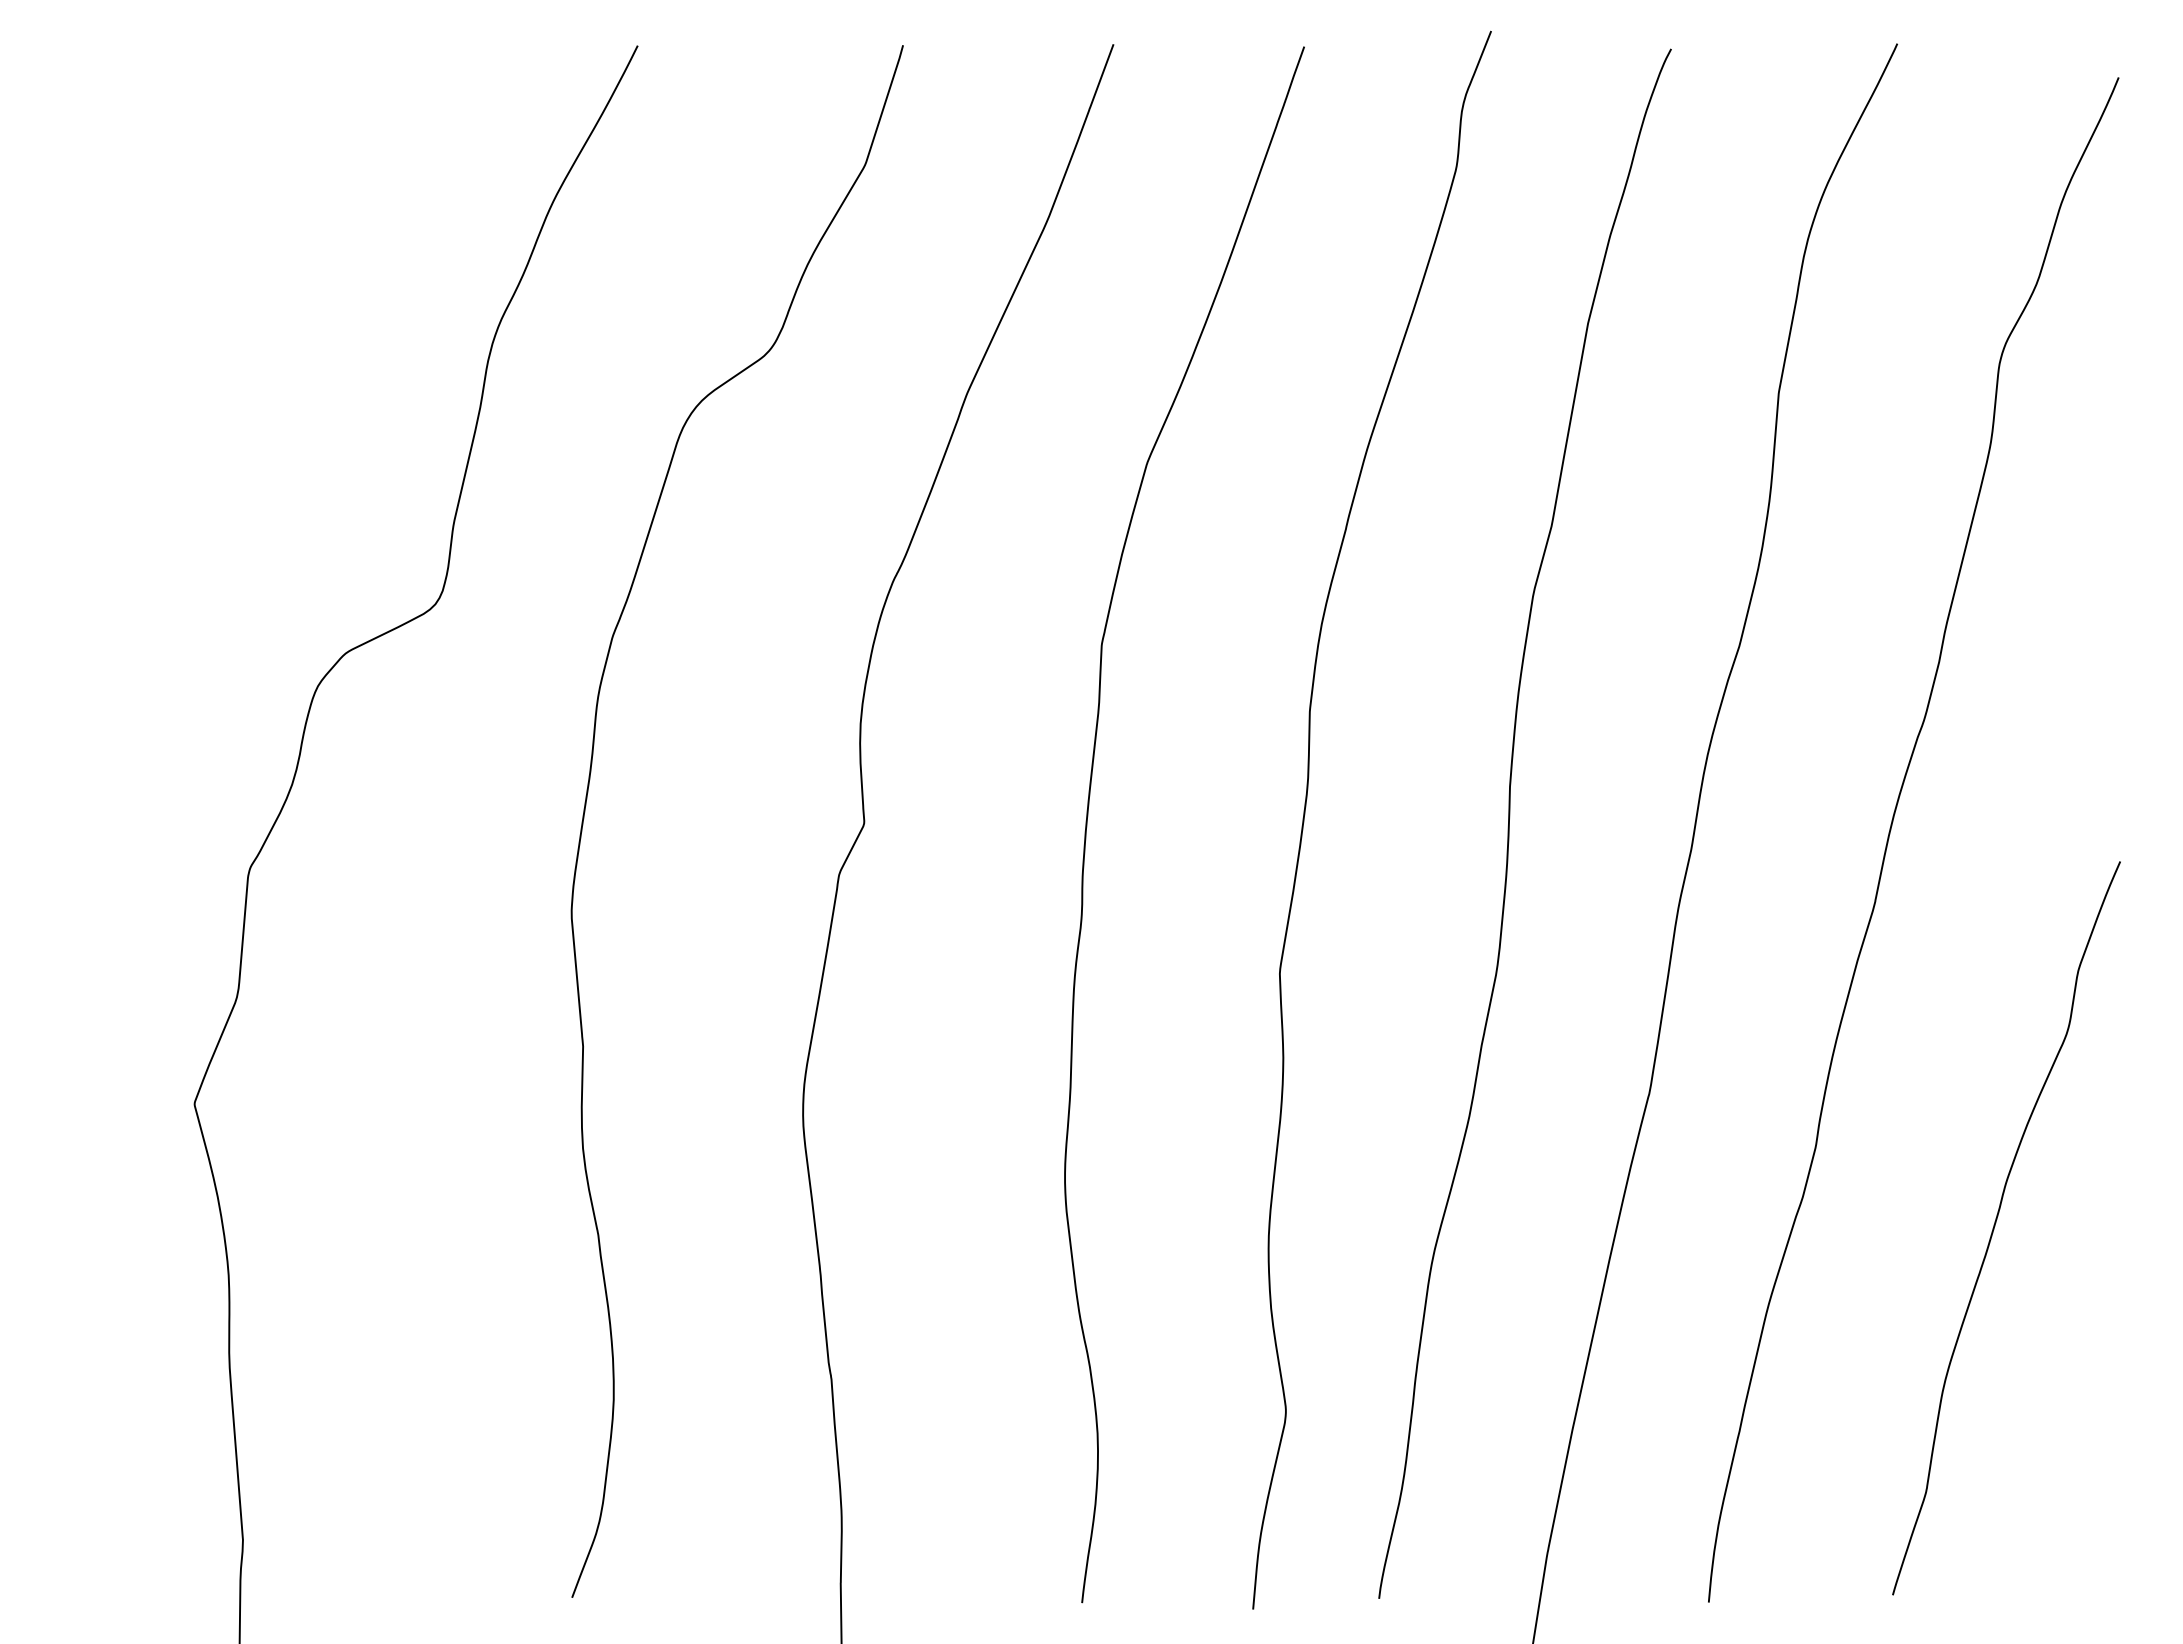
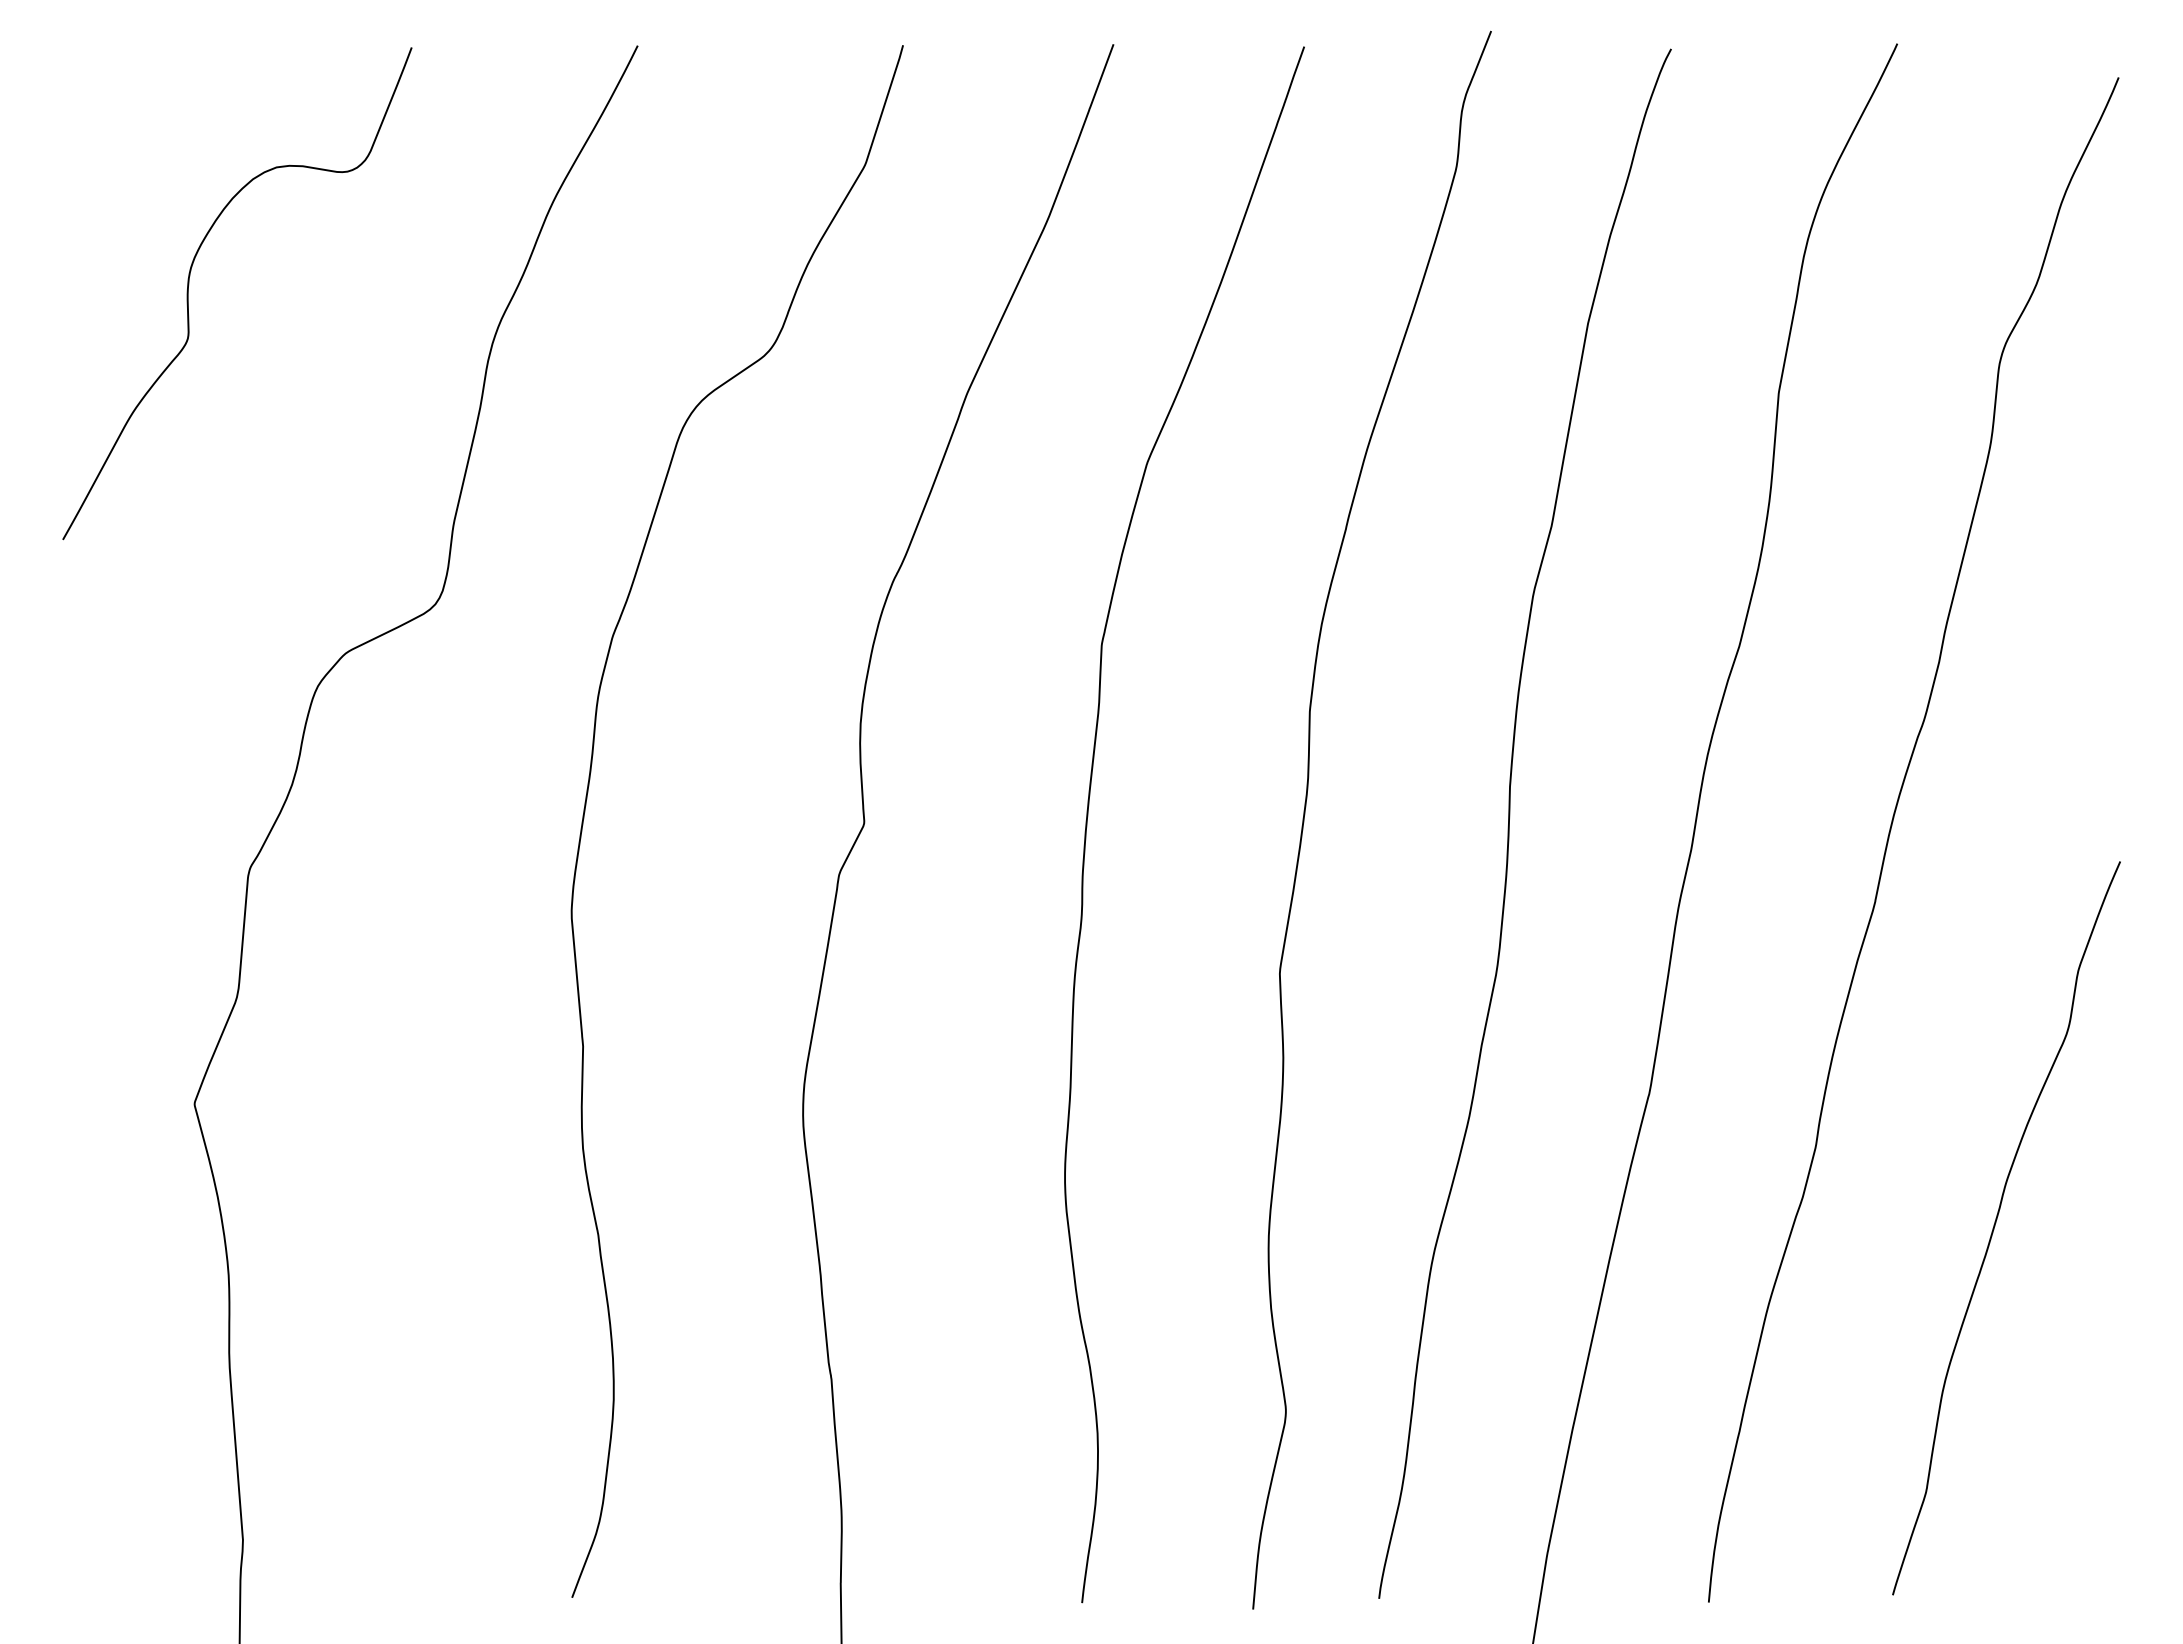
curve at (189, 285): none -> present
